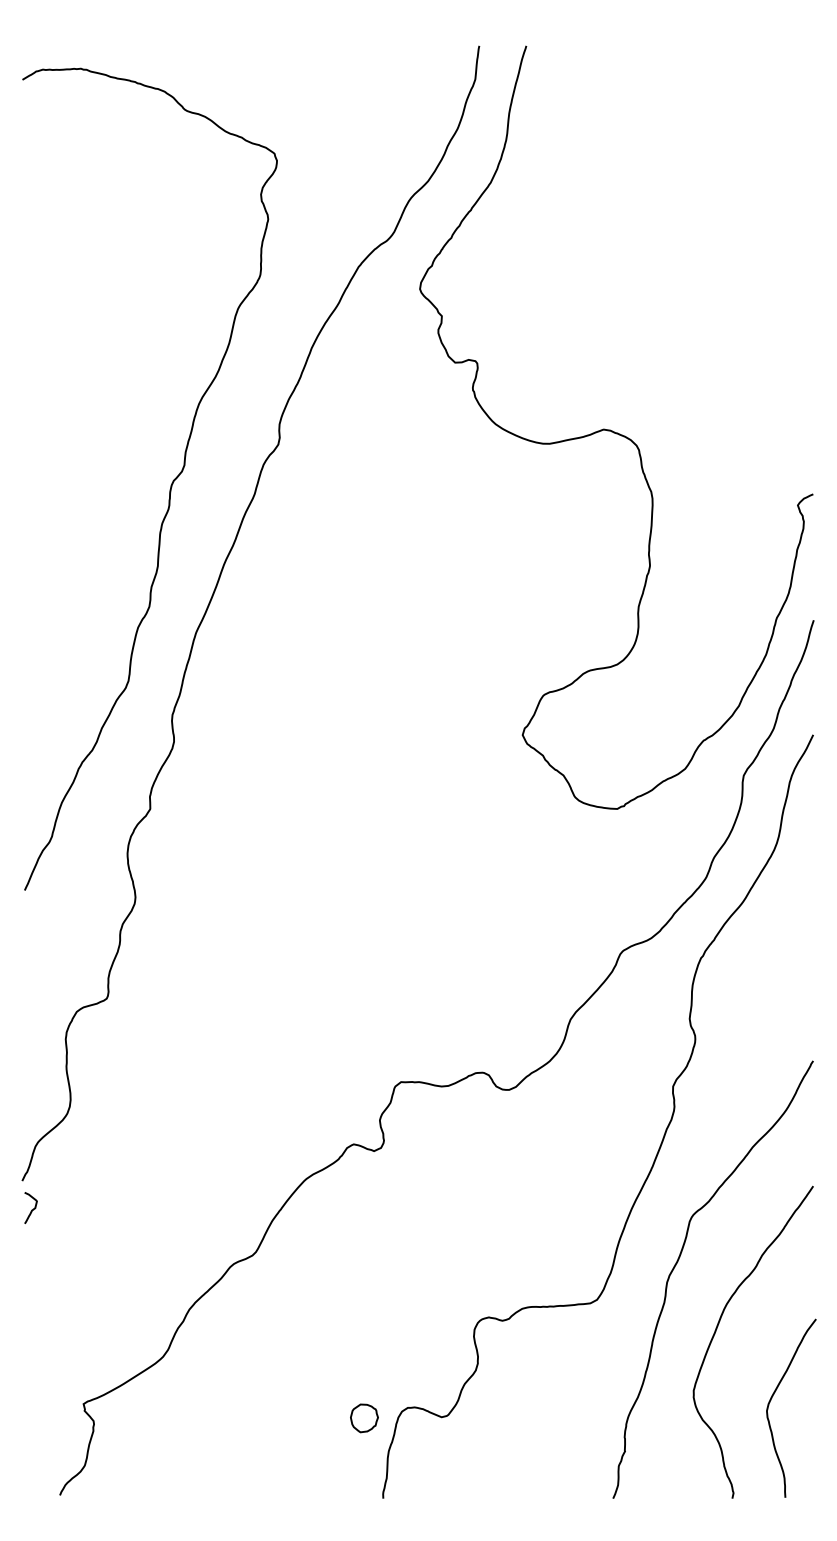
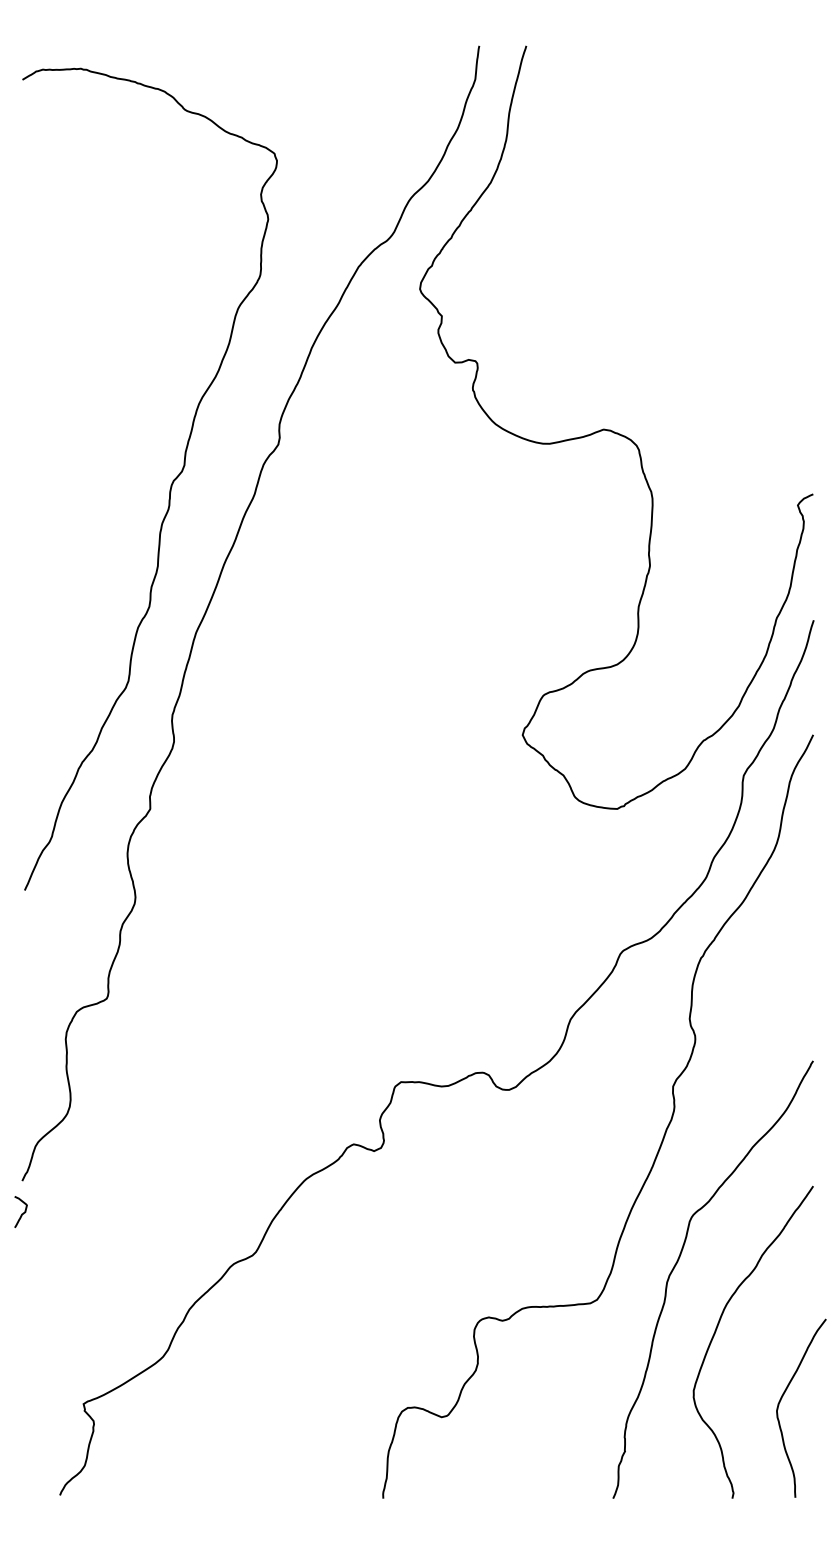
curve at (31, 1209) position: (31, 1209) -> (21, 1213)
curve at (772, 1398) position: (772, 1398) -> (782, 1398)
part at (364, 1418): present -> none
